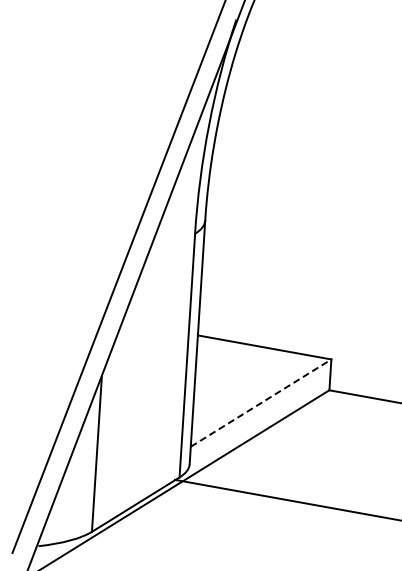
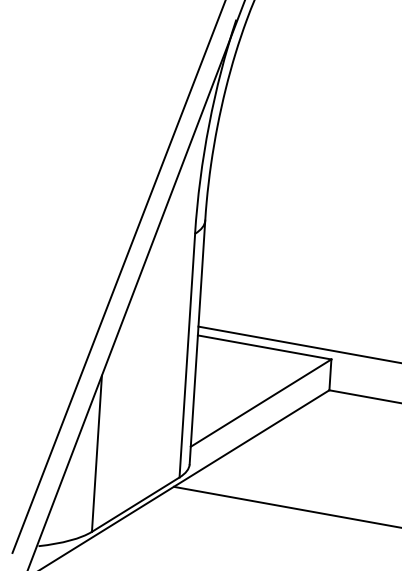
line at (298, 344): none -> present
line at (261, 403): dashed -> solid
line at (286, 499) position: (286, 499) -> (285, 506)
